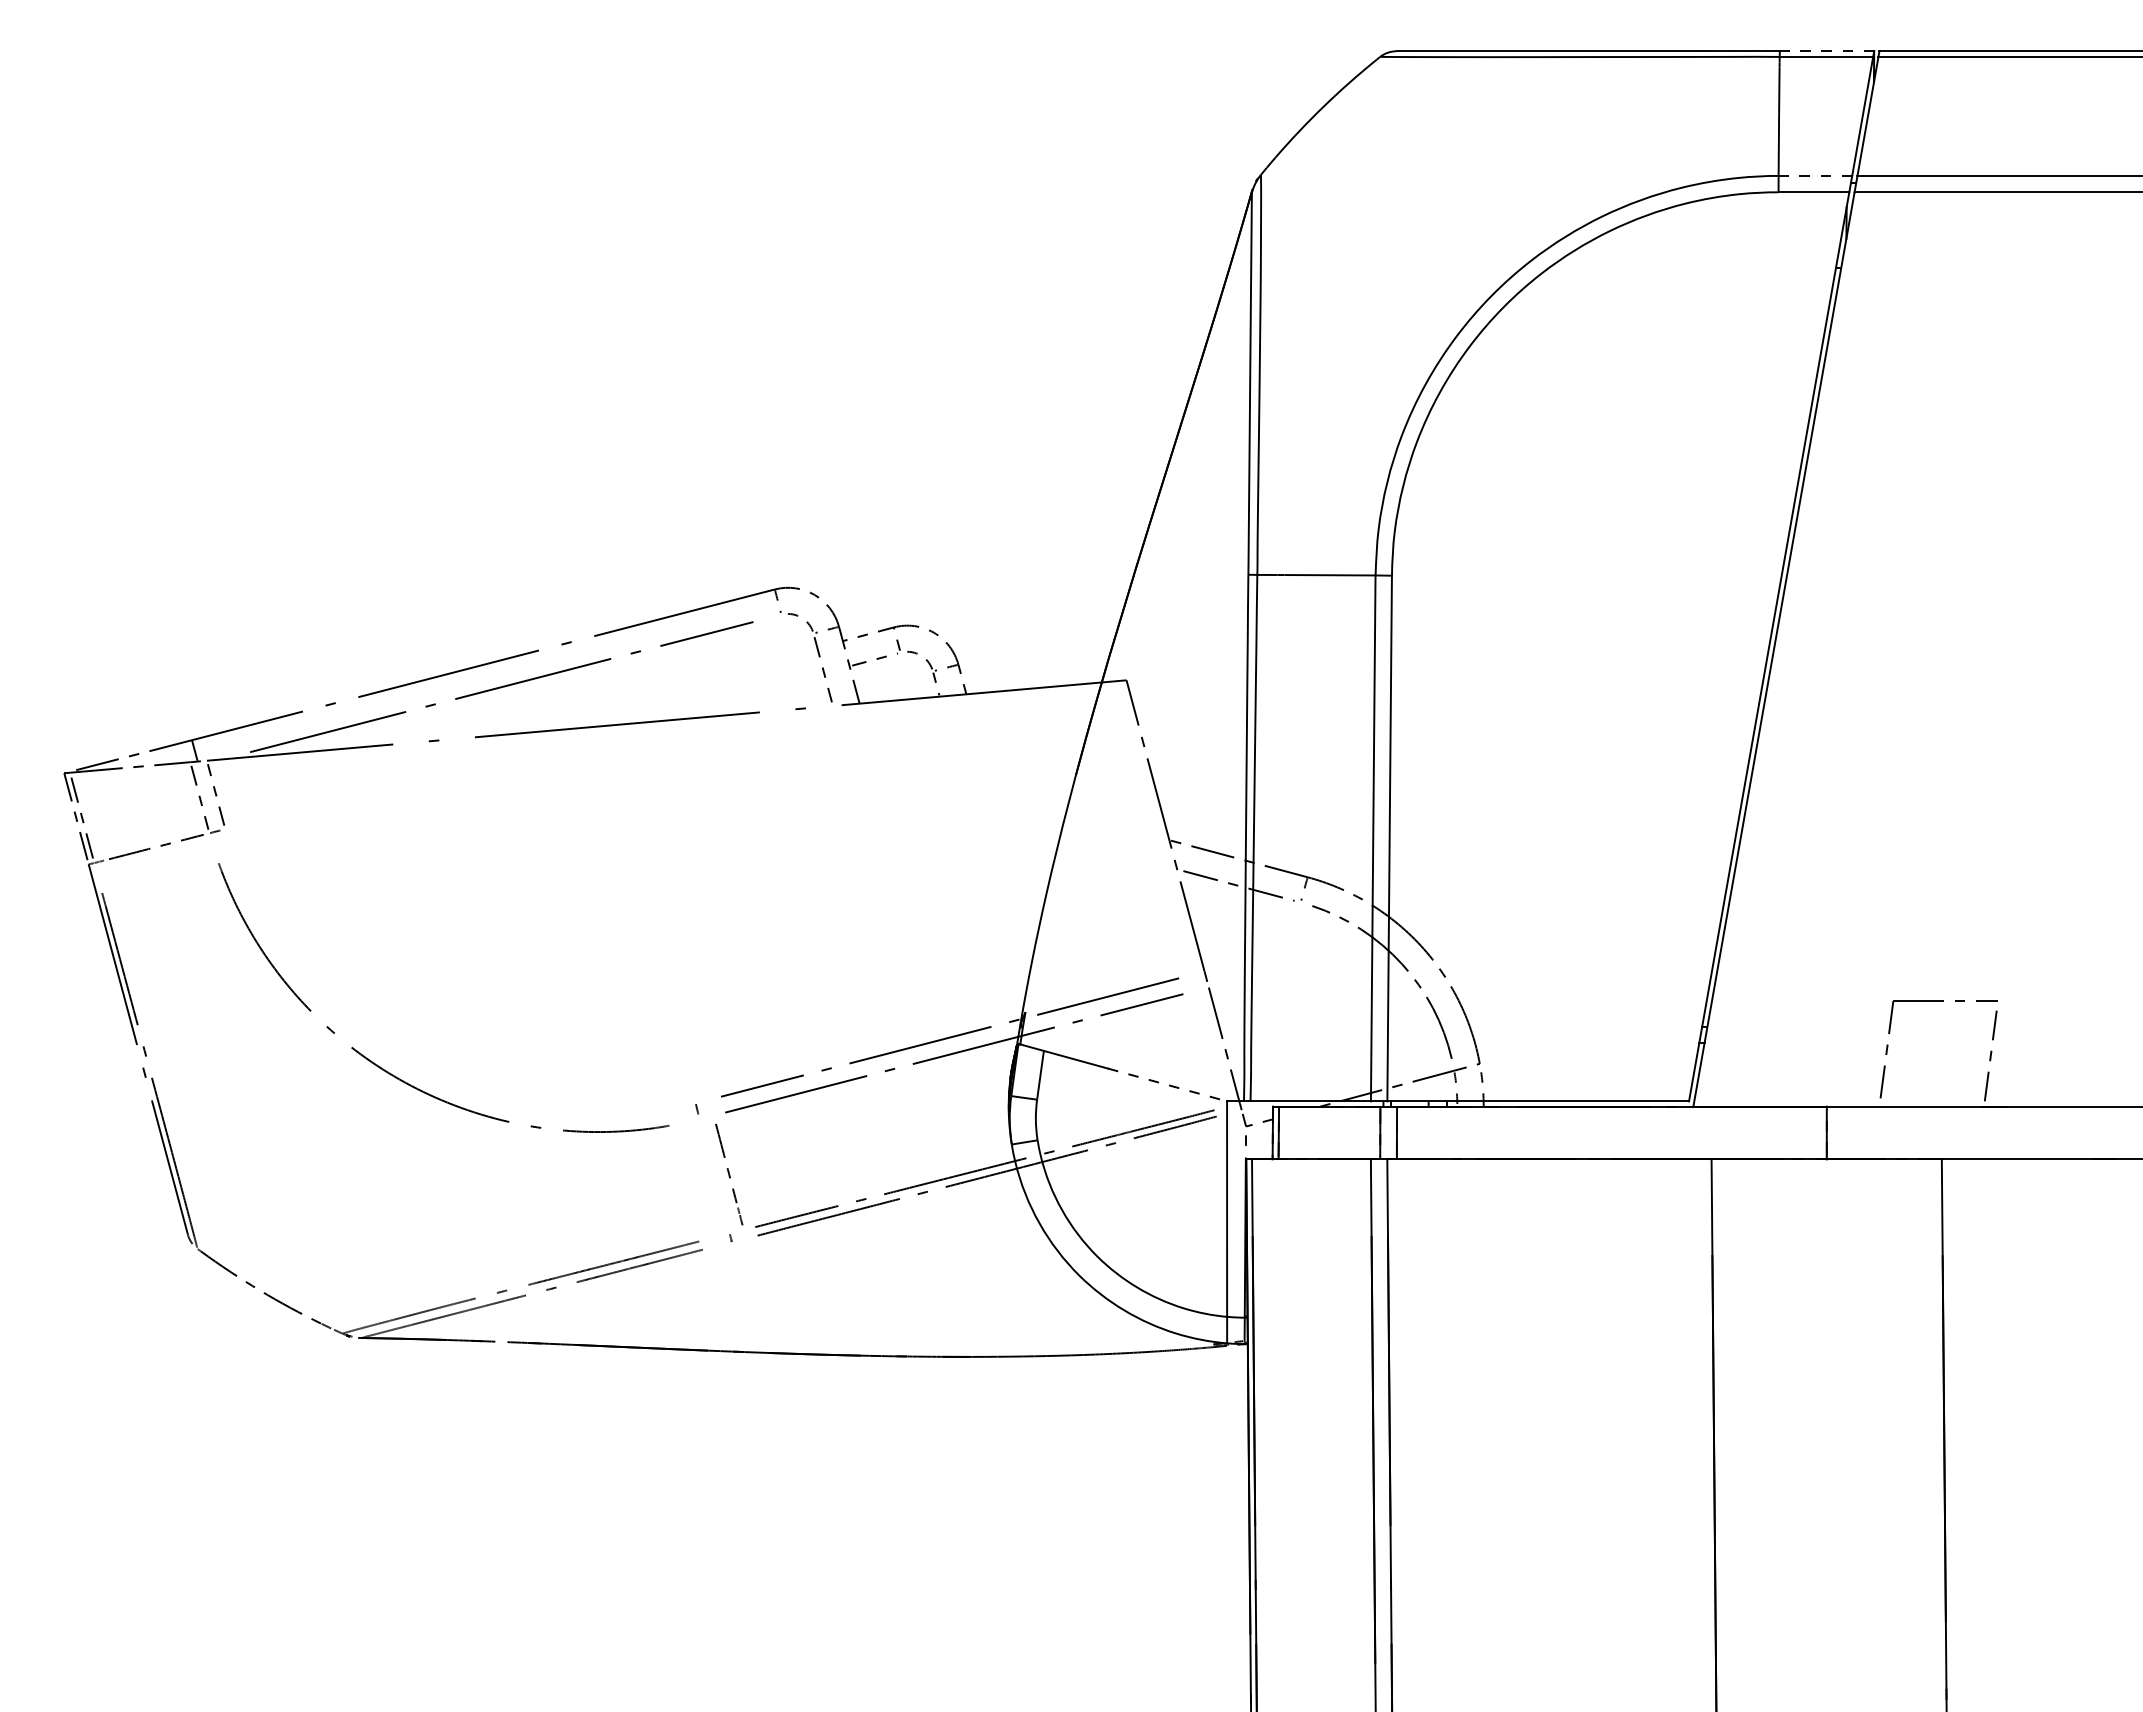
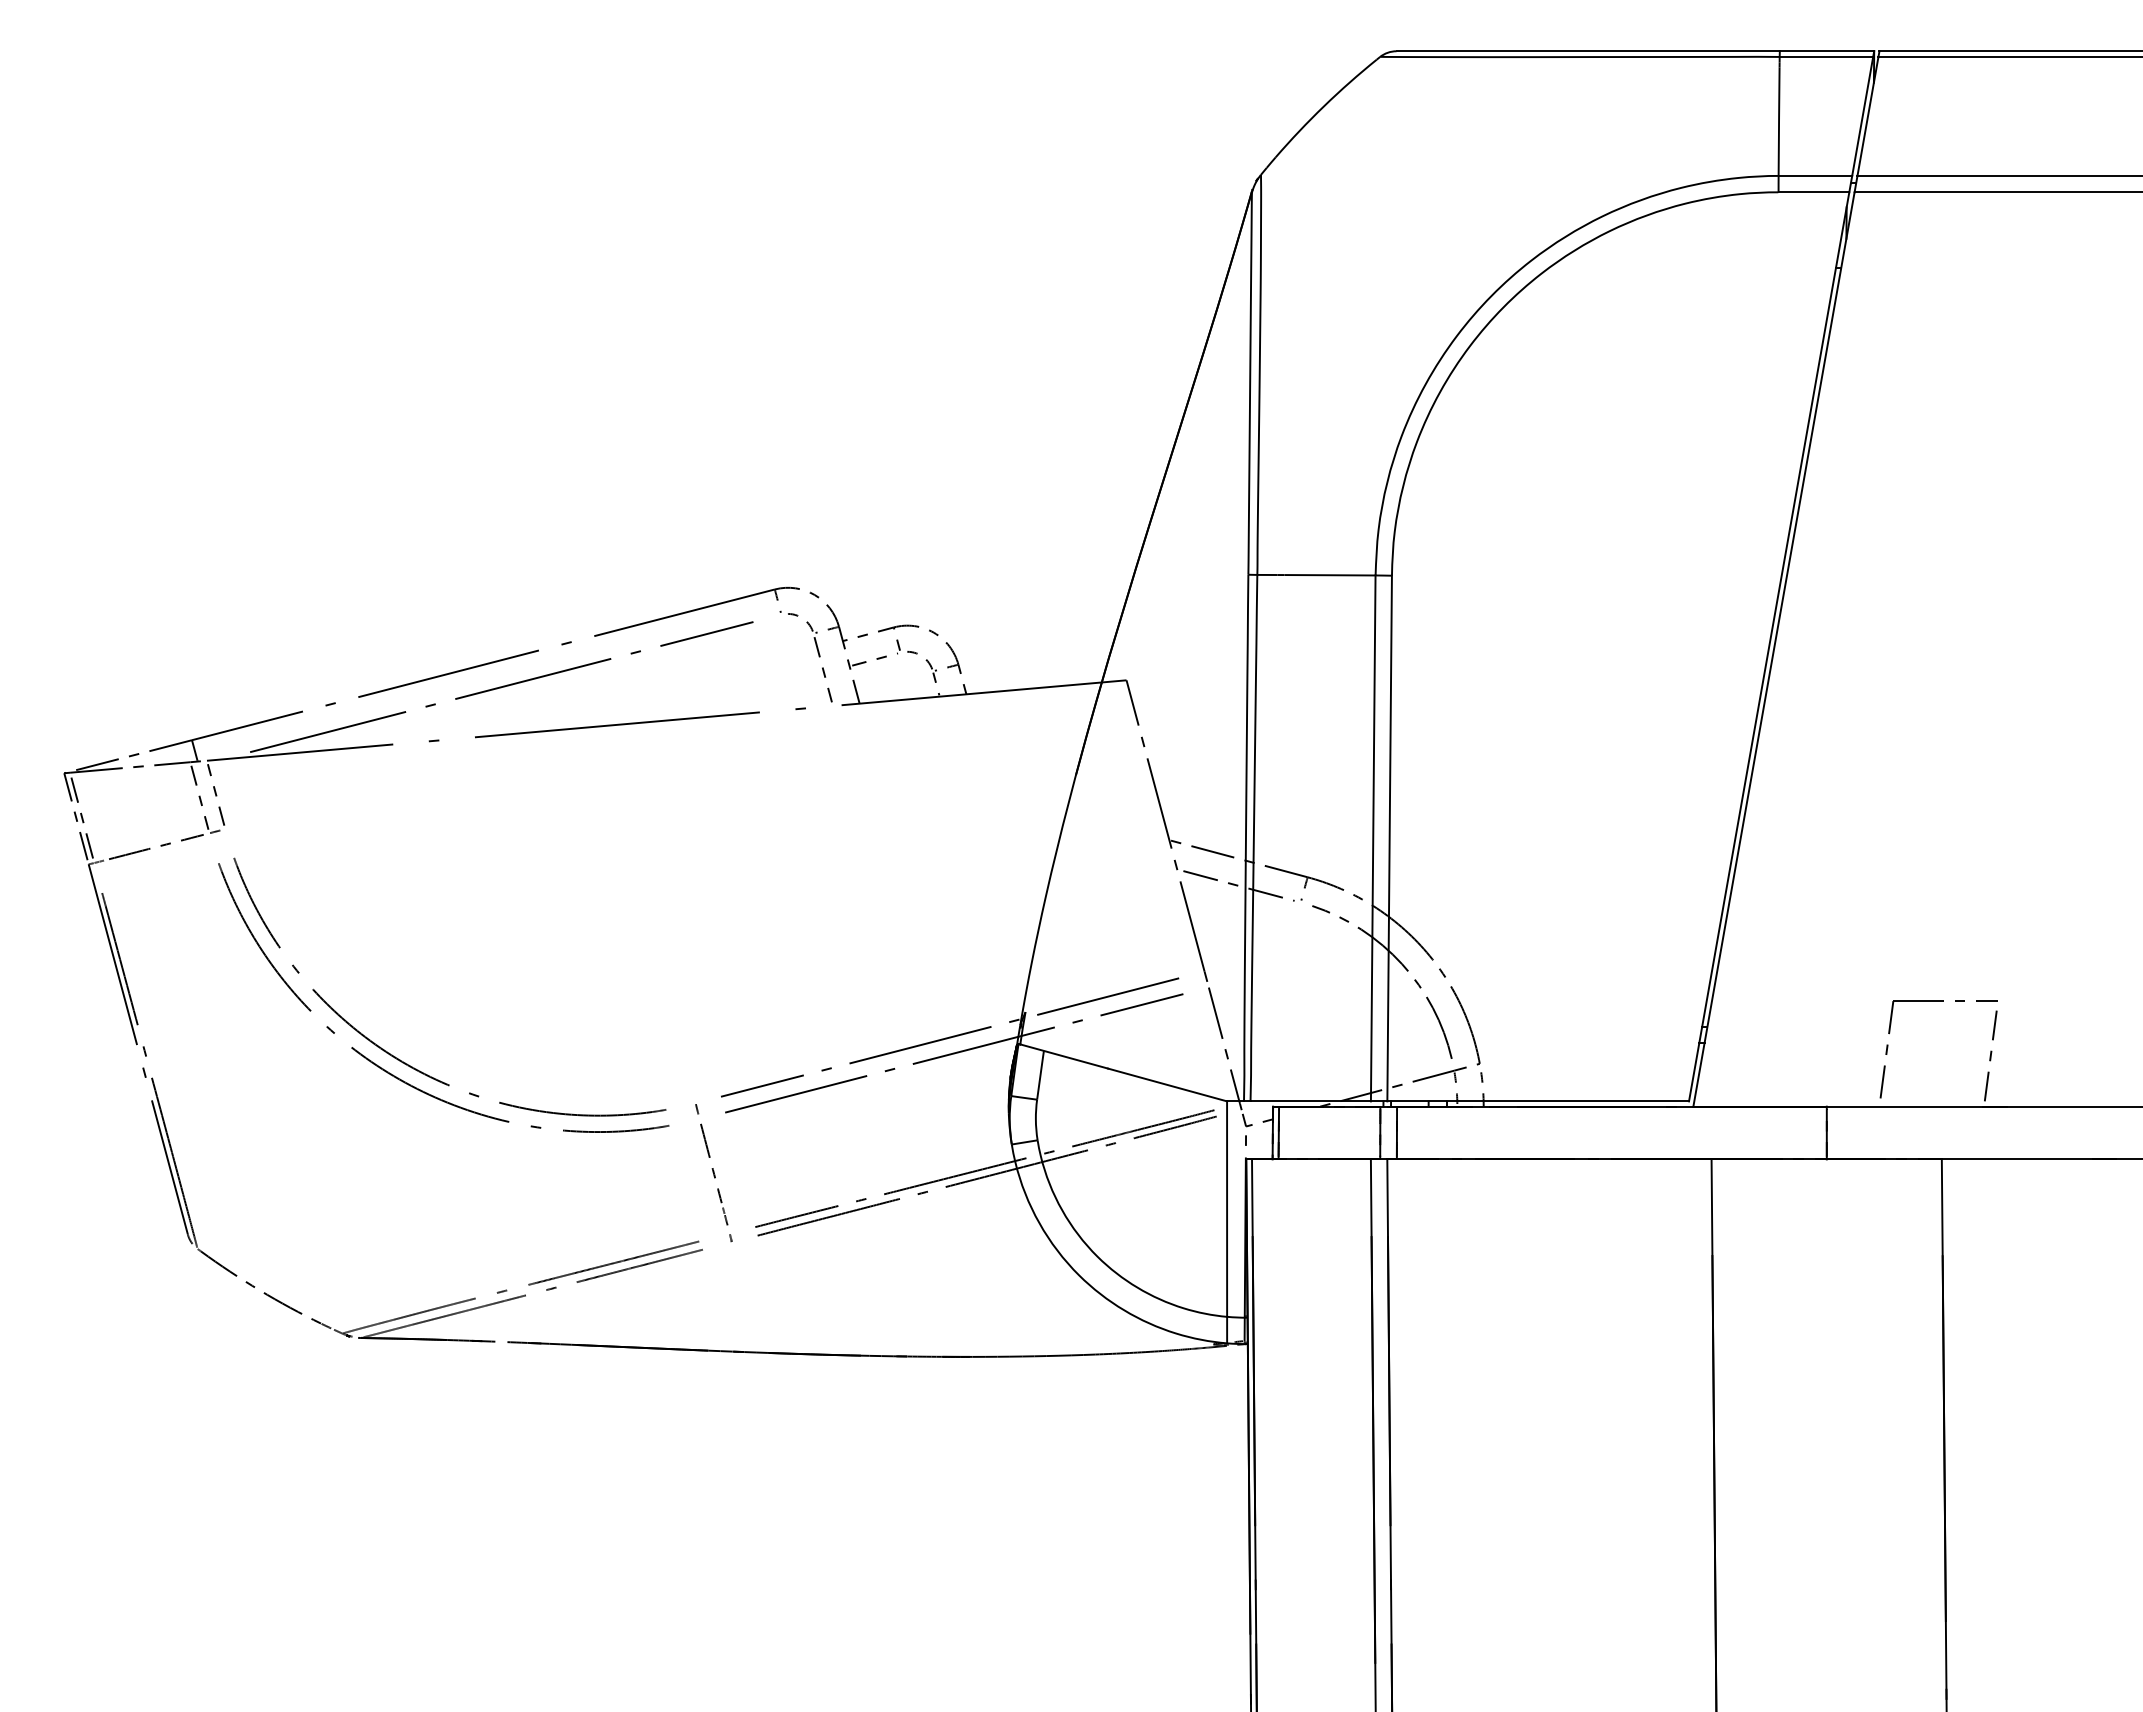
line at (1826, 51): dashed -> solid
line at (1815, 175): dashed -> solid
curve at (407, 1063): none -> present
line at (1167, 1084): dashed -> solid
part at (729, 1174) position: (729, 1174) -> (714, 1174)
